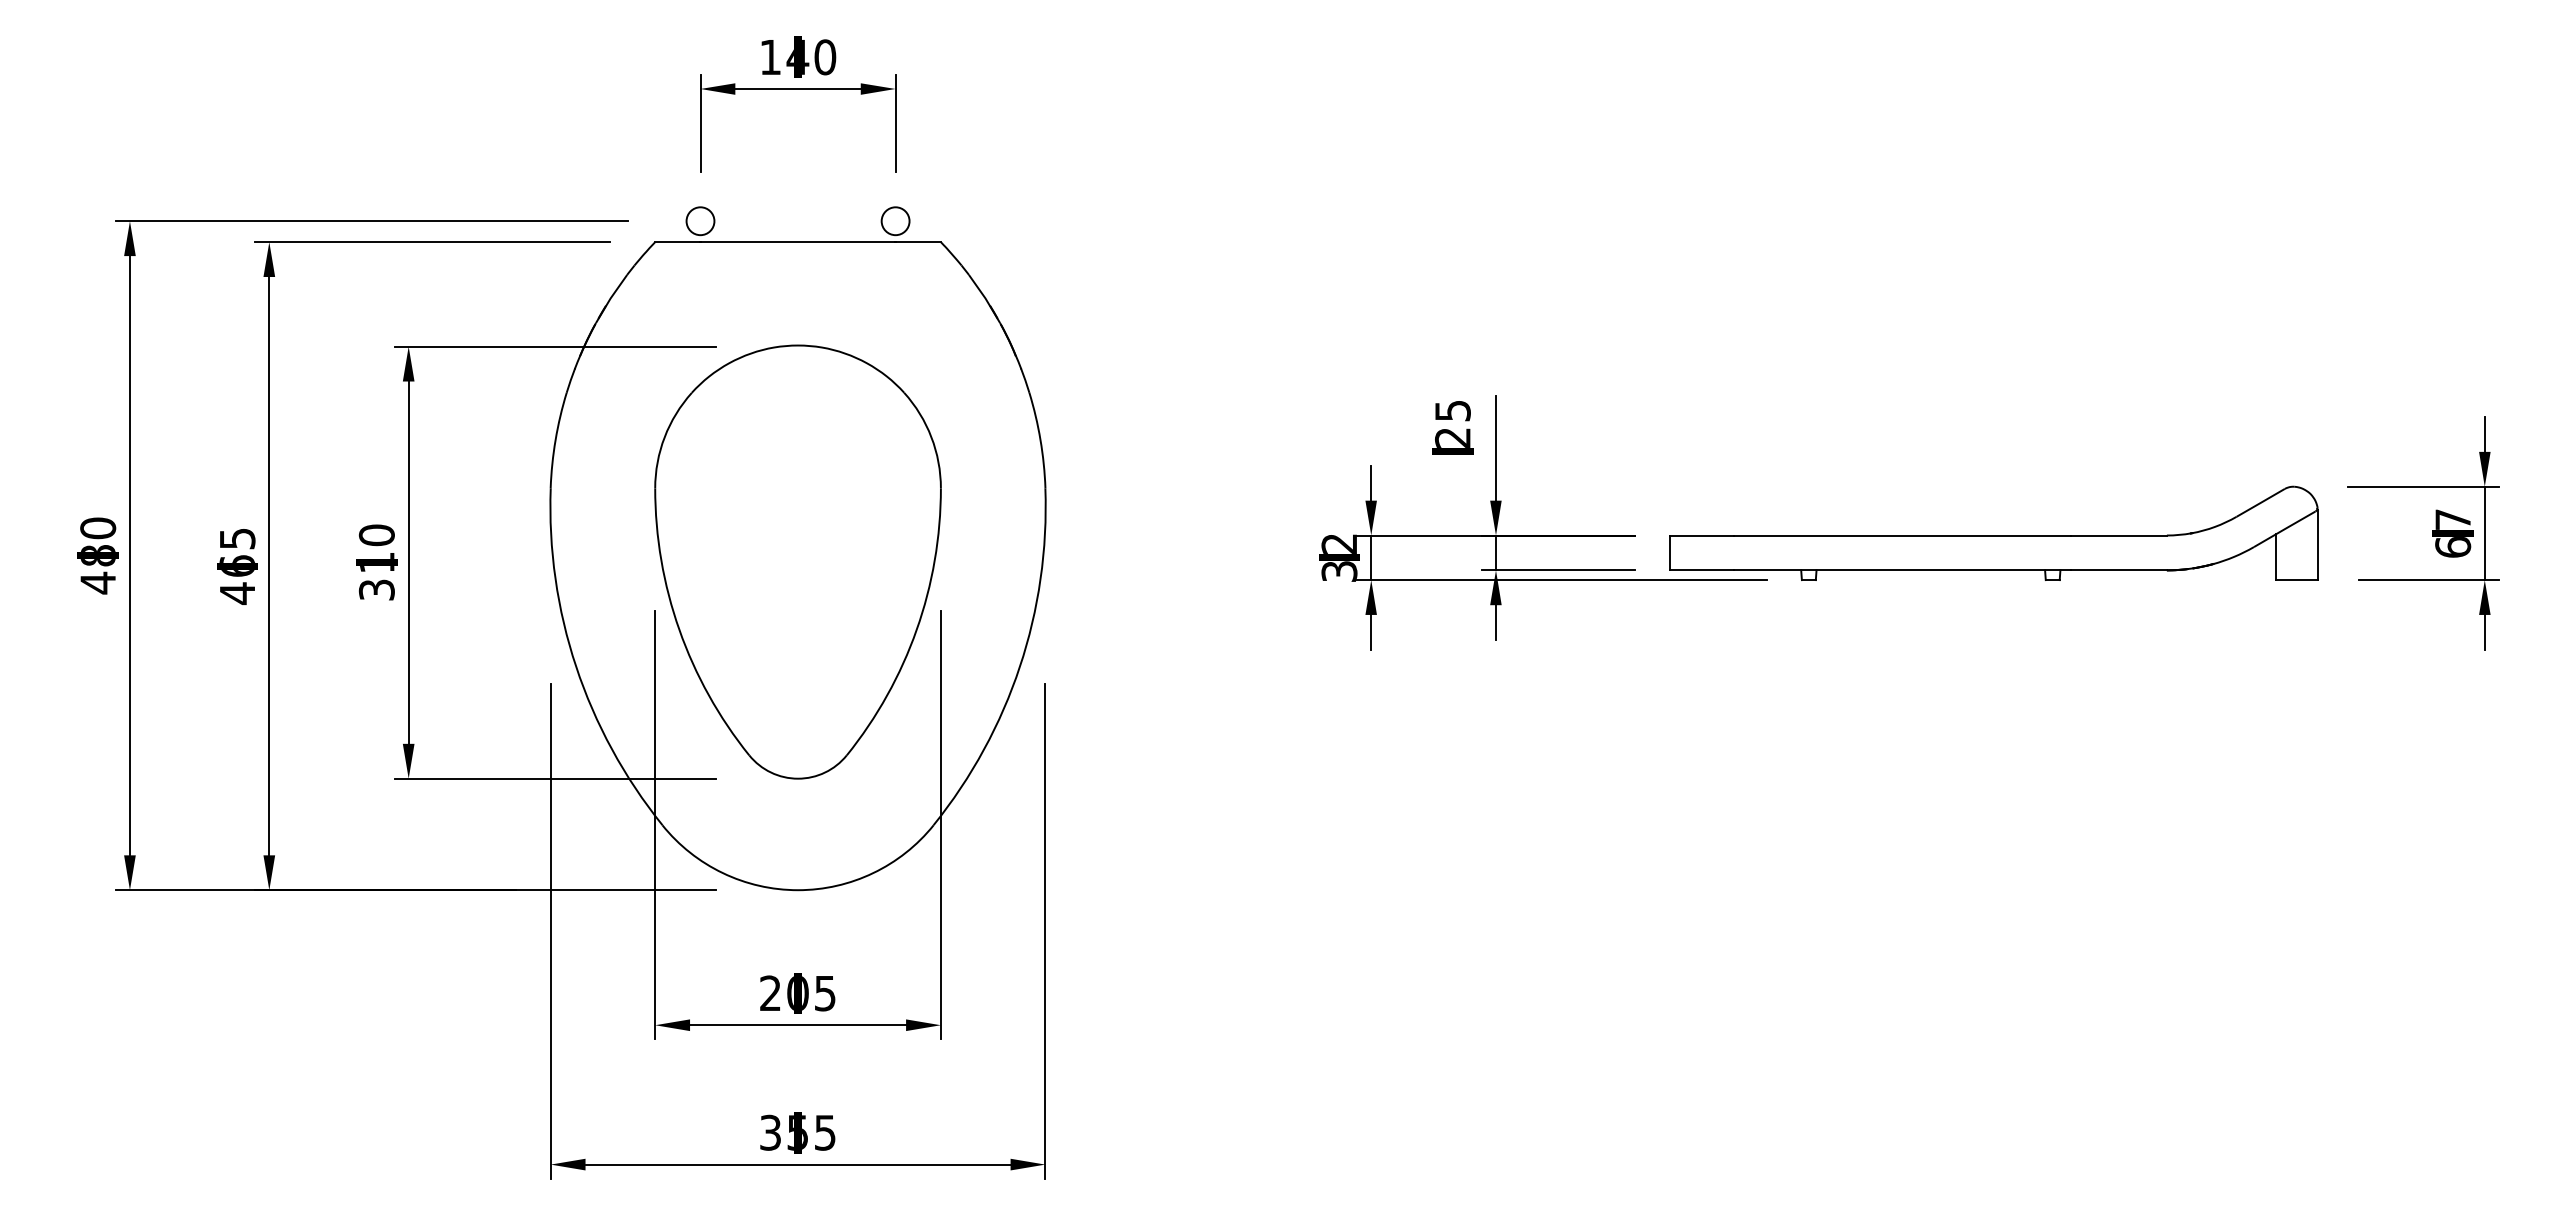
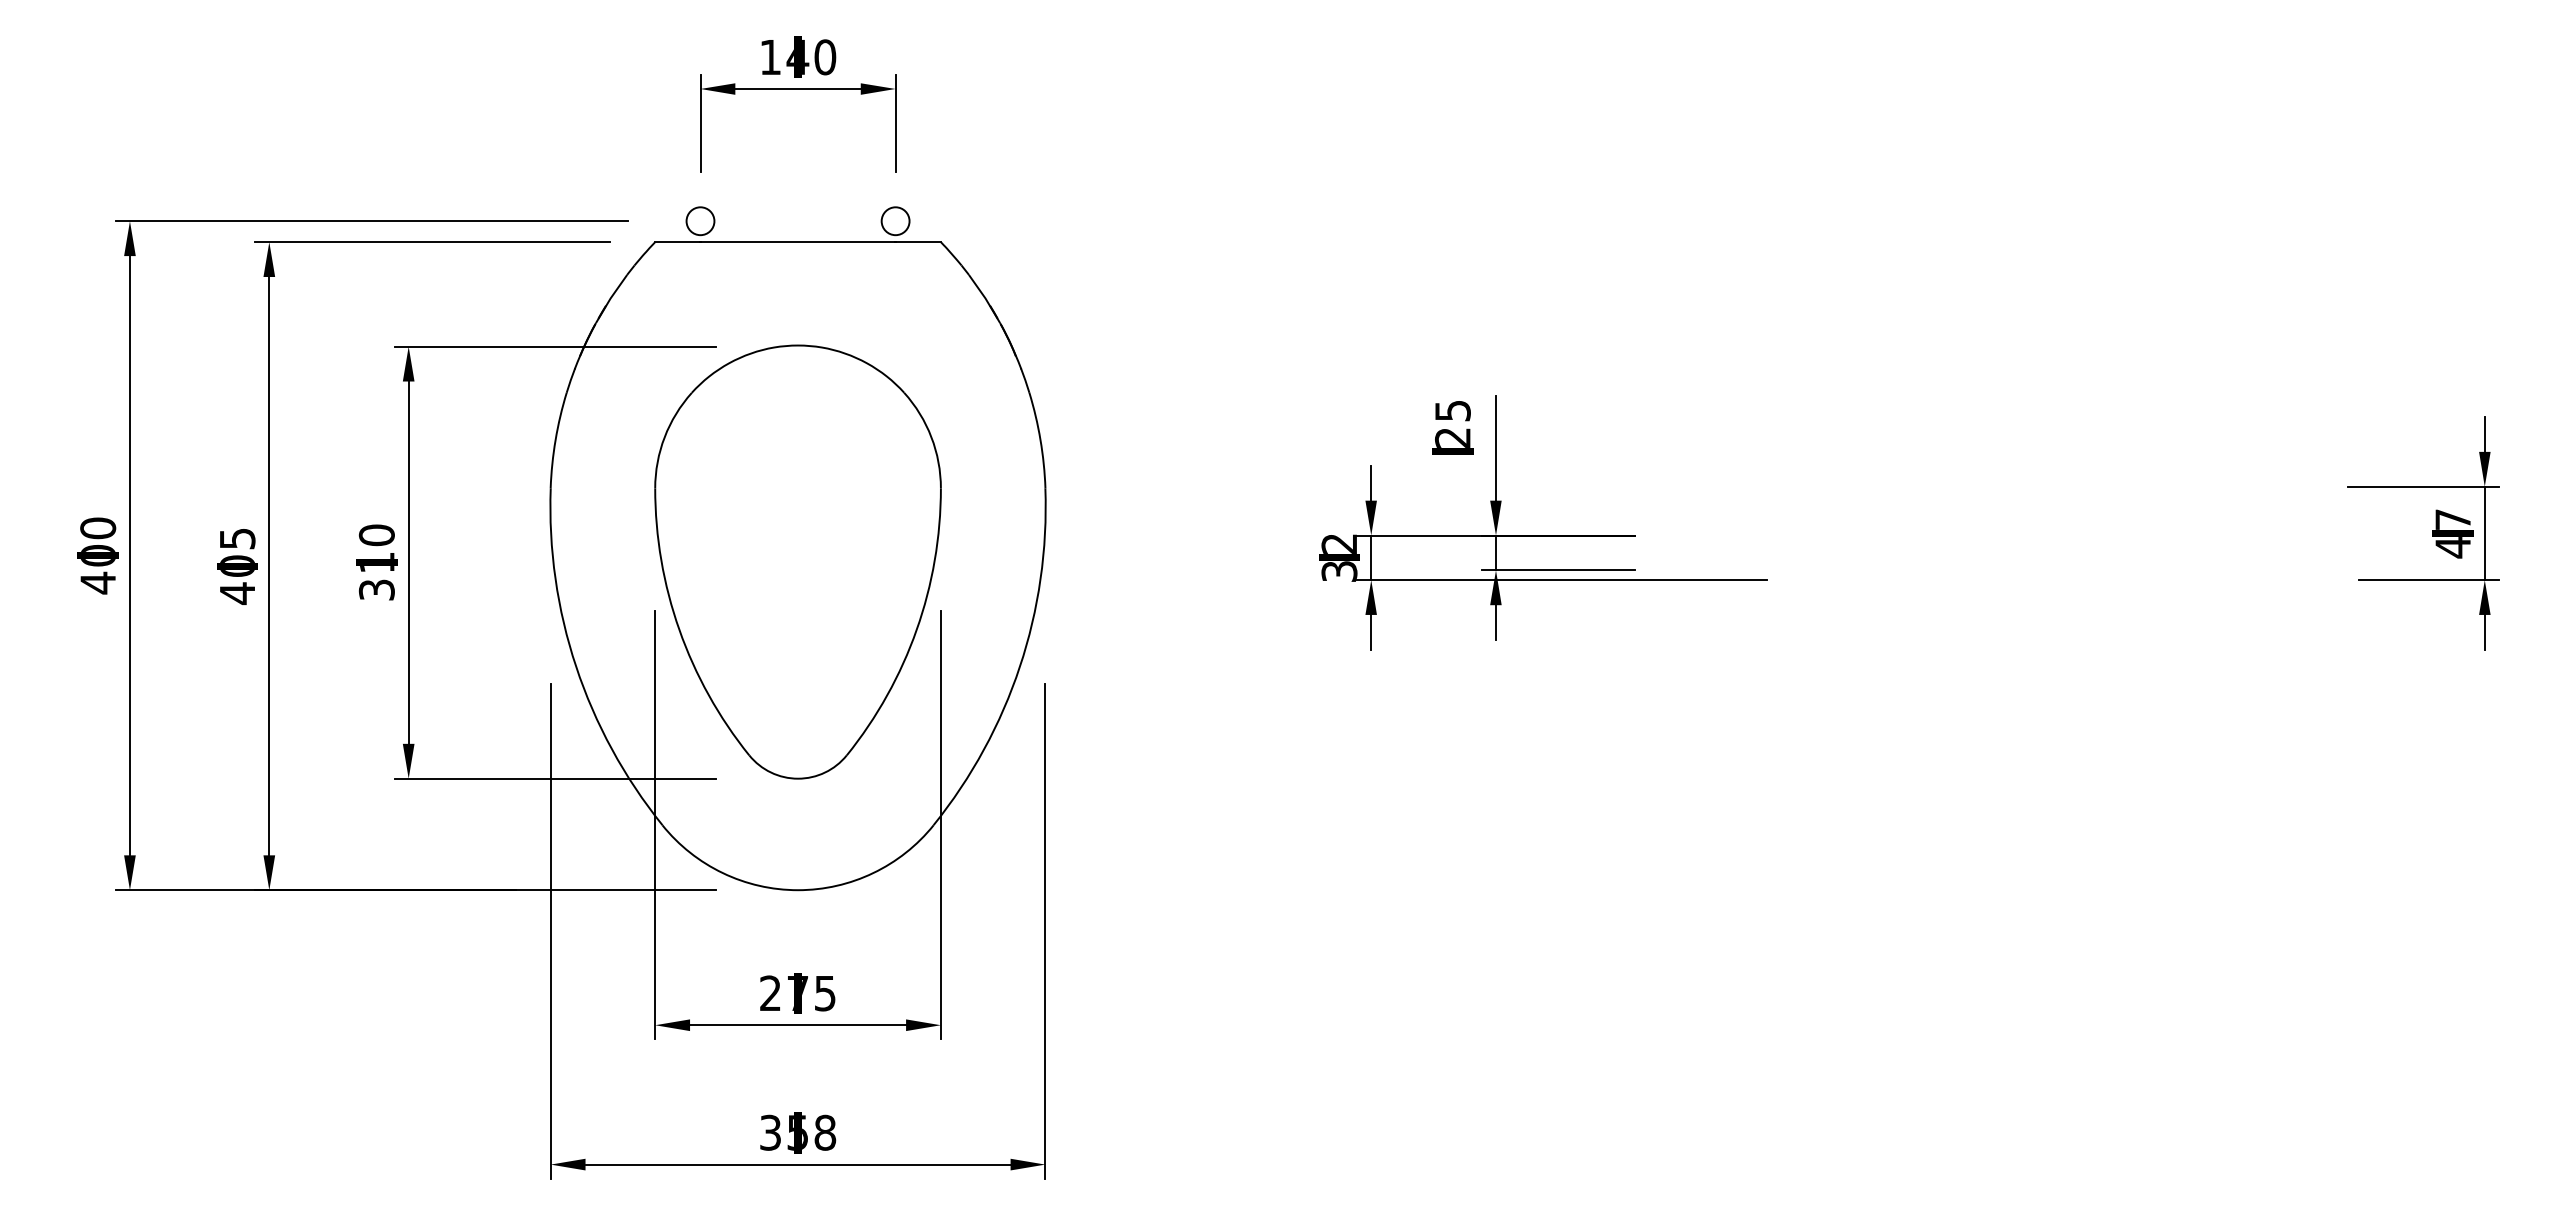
part at (1993, 532): present -> none
text at (2453, 547): 67 -> 47
text at (98, 555): 480 -> 400
text at (236, 565): 465 -> 405
text at (797, 993): 205 -> 275
text at (825, 1132): 355 -> 358
